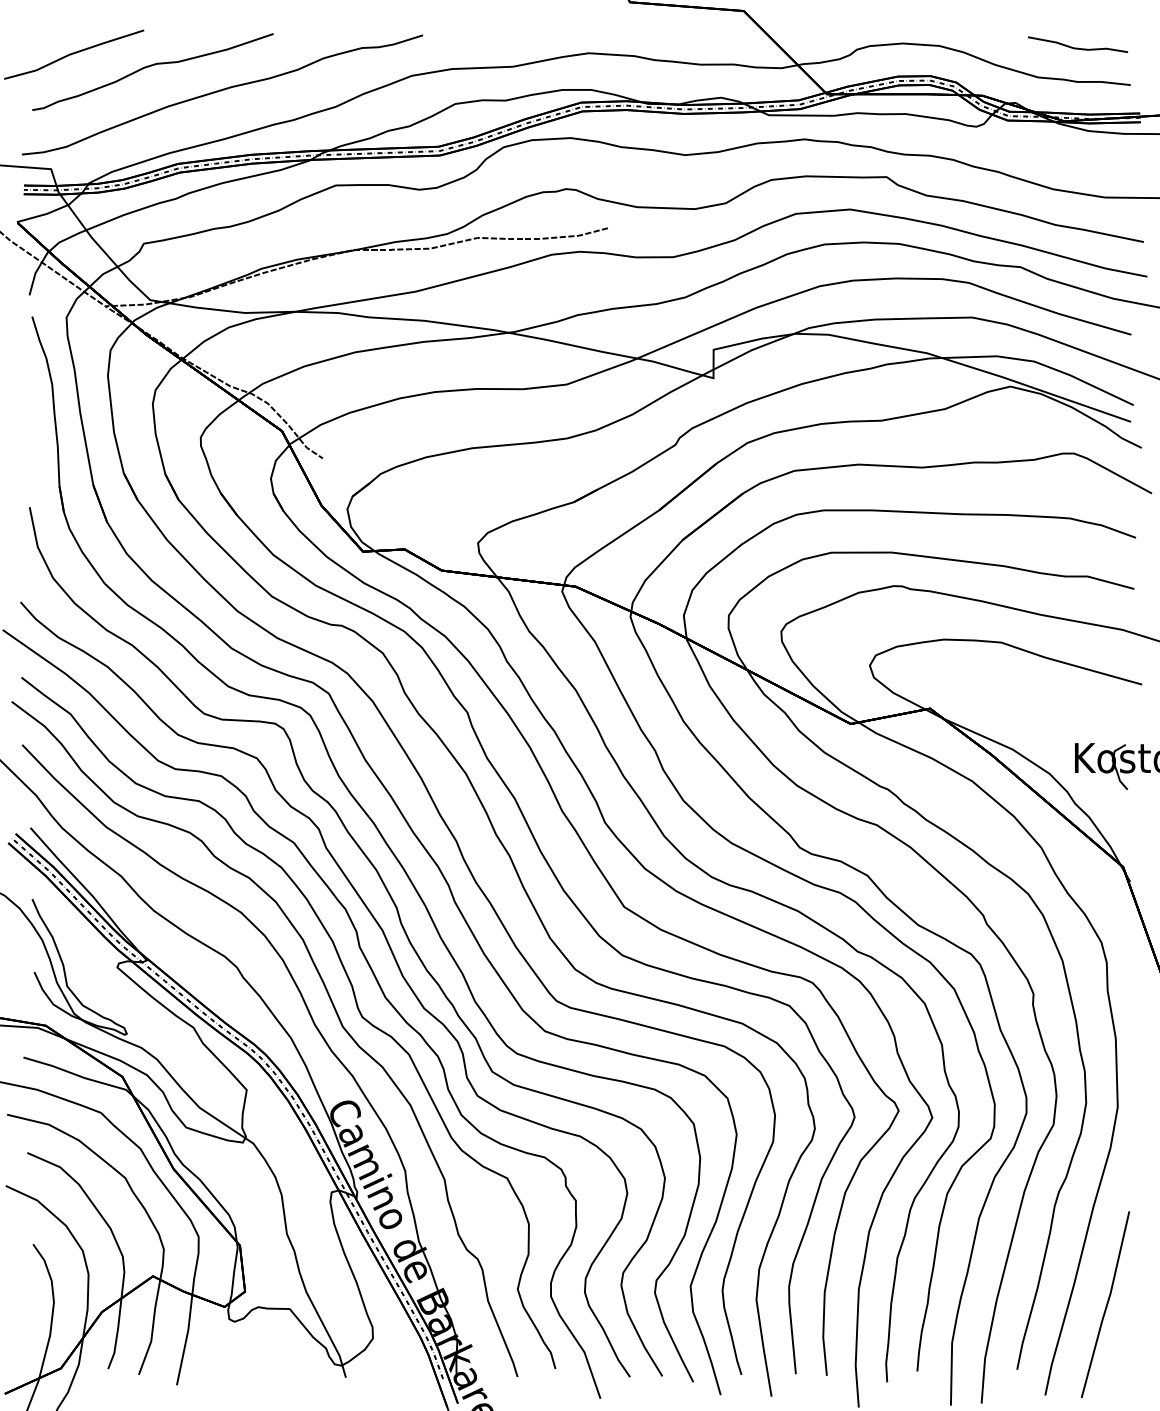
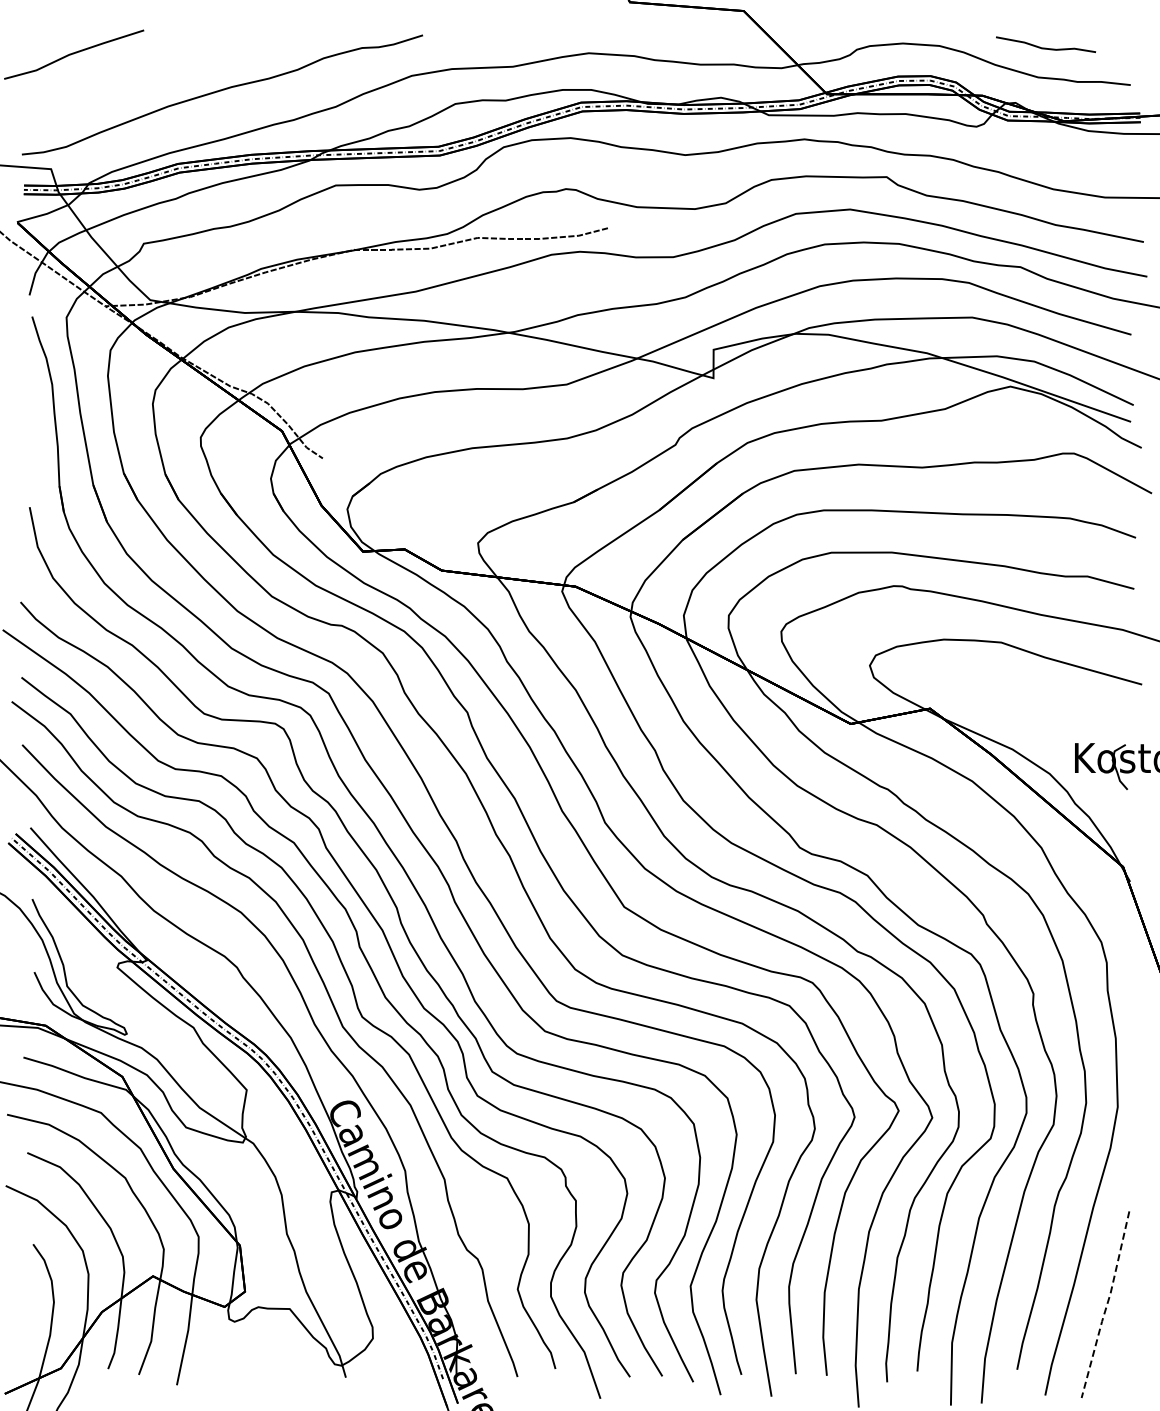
curve at (1078, 47) position: (1078, 47) -> (1046, 47)
curve at (152, 66): present -> none
line at (1106, 1305): solid -> dashed
